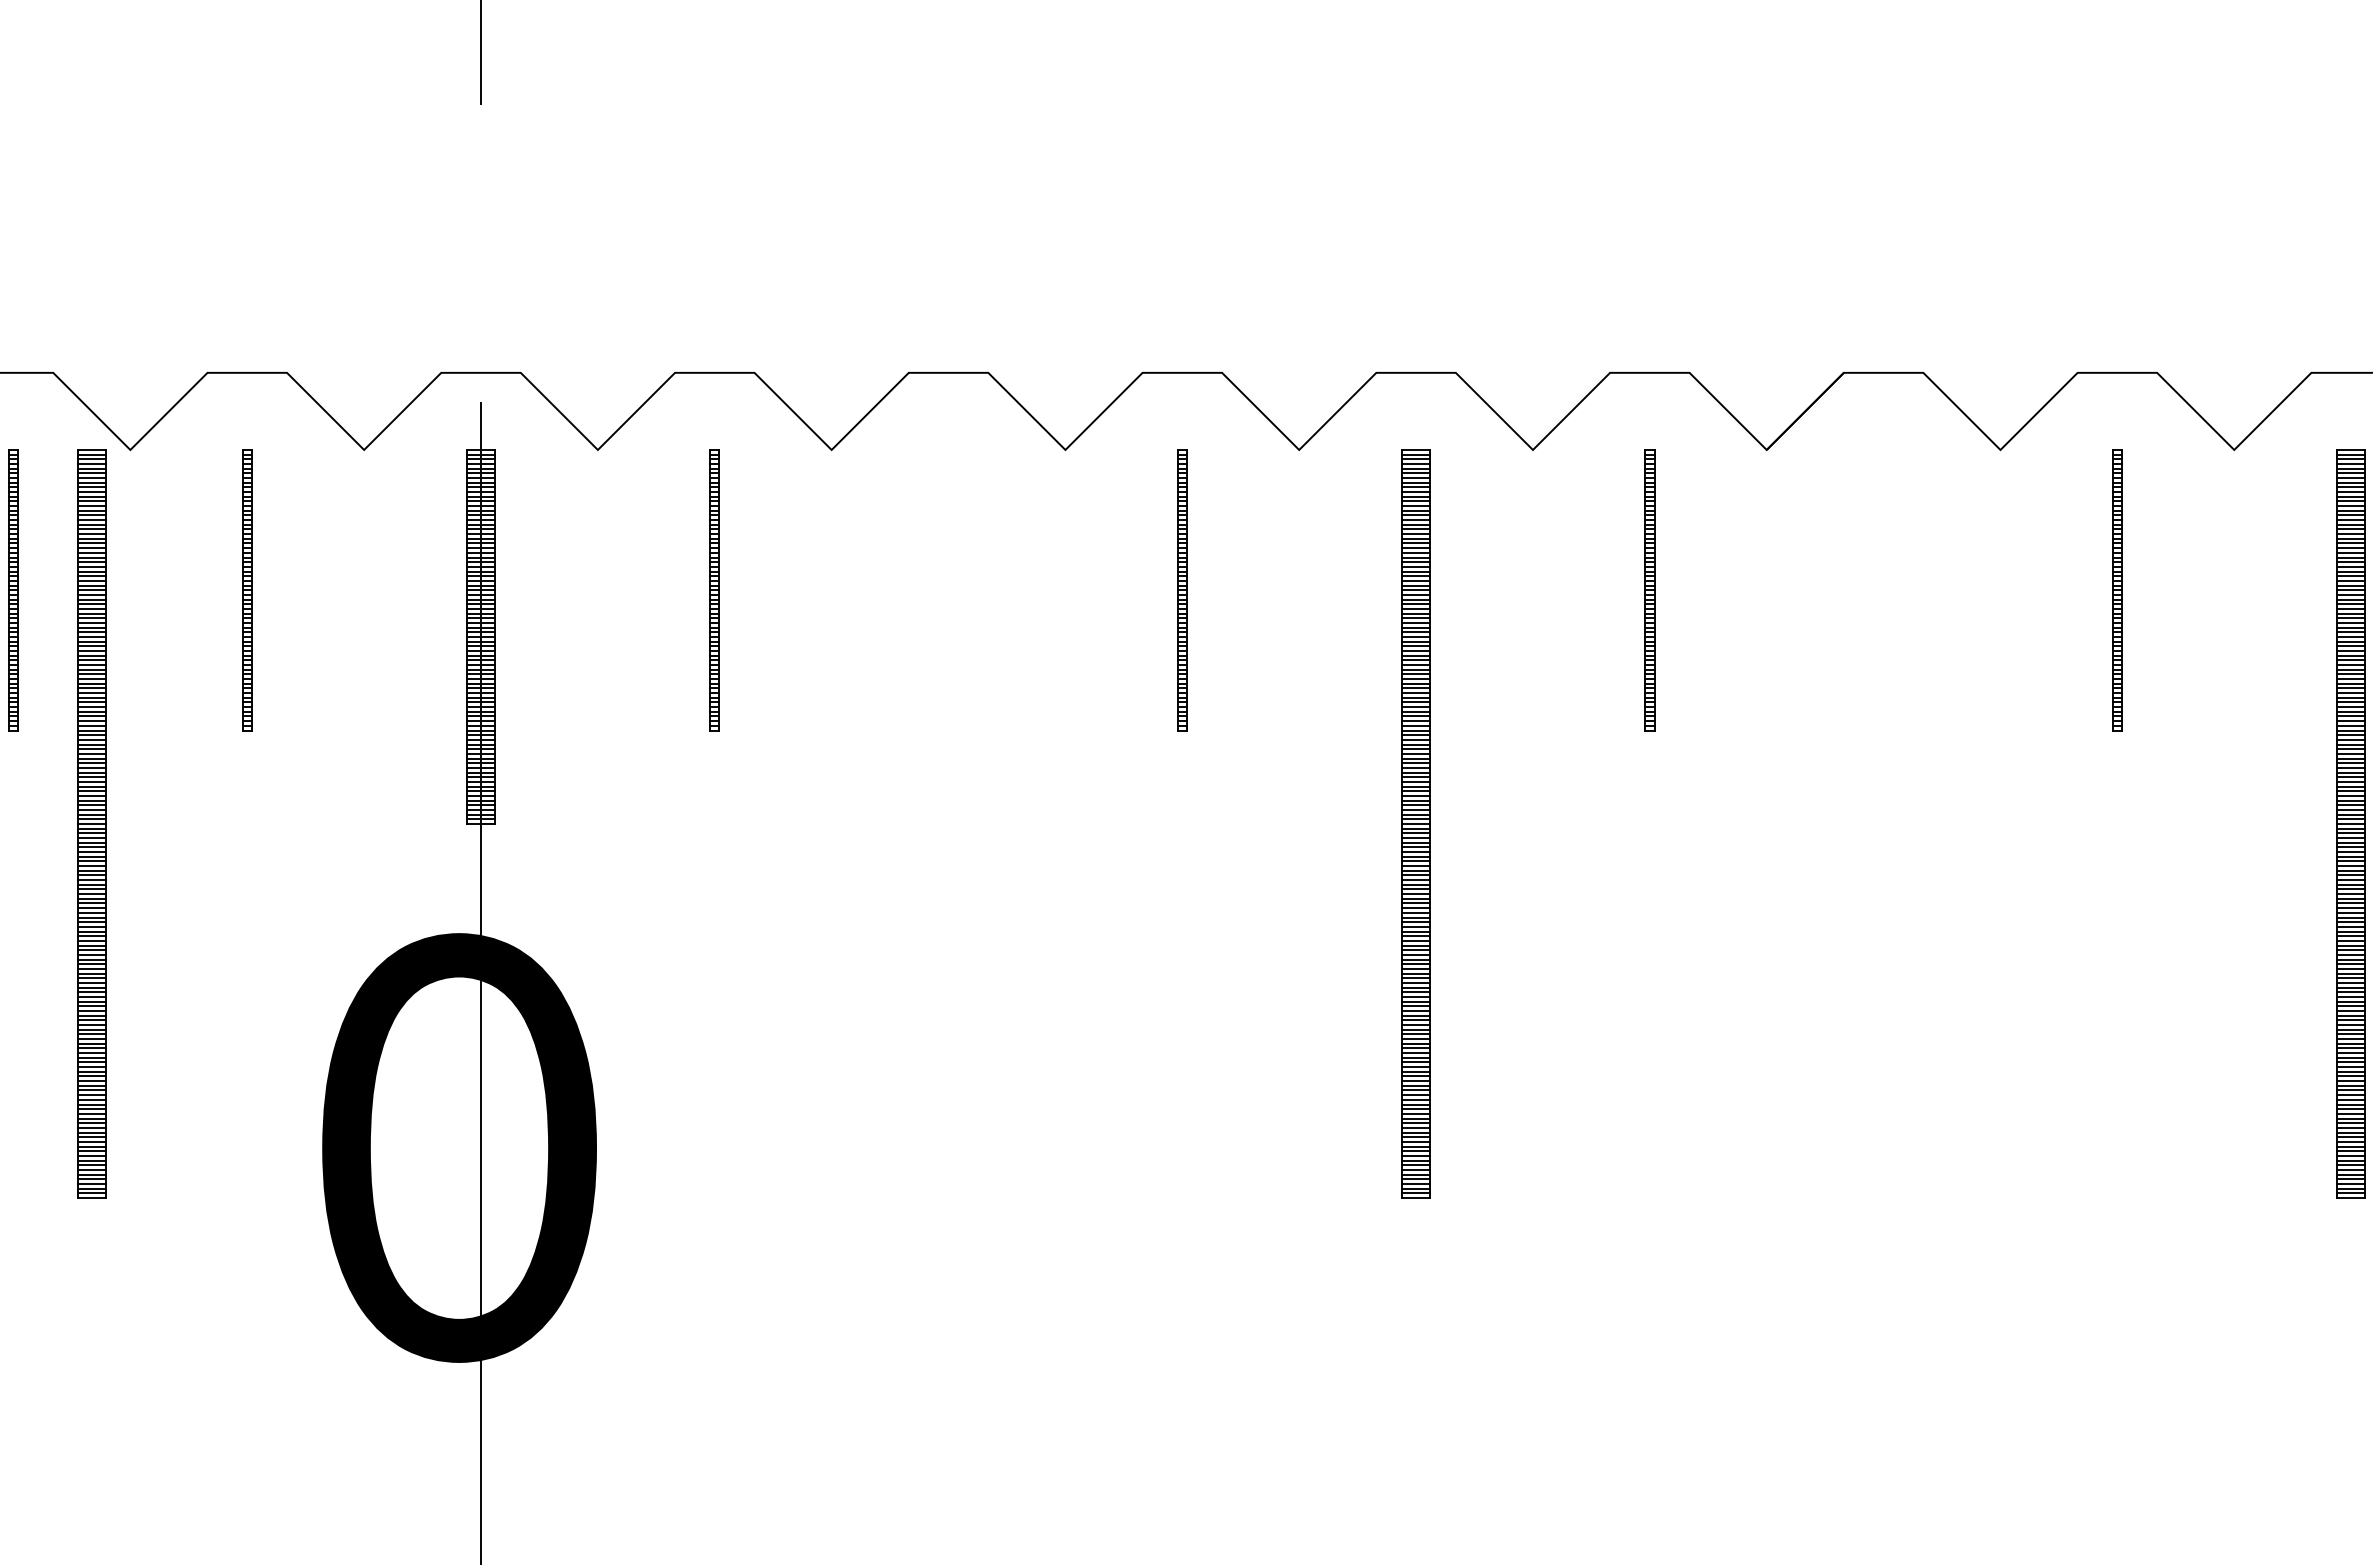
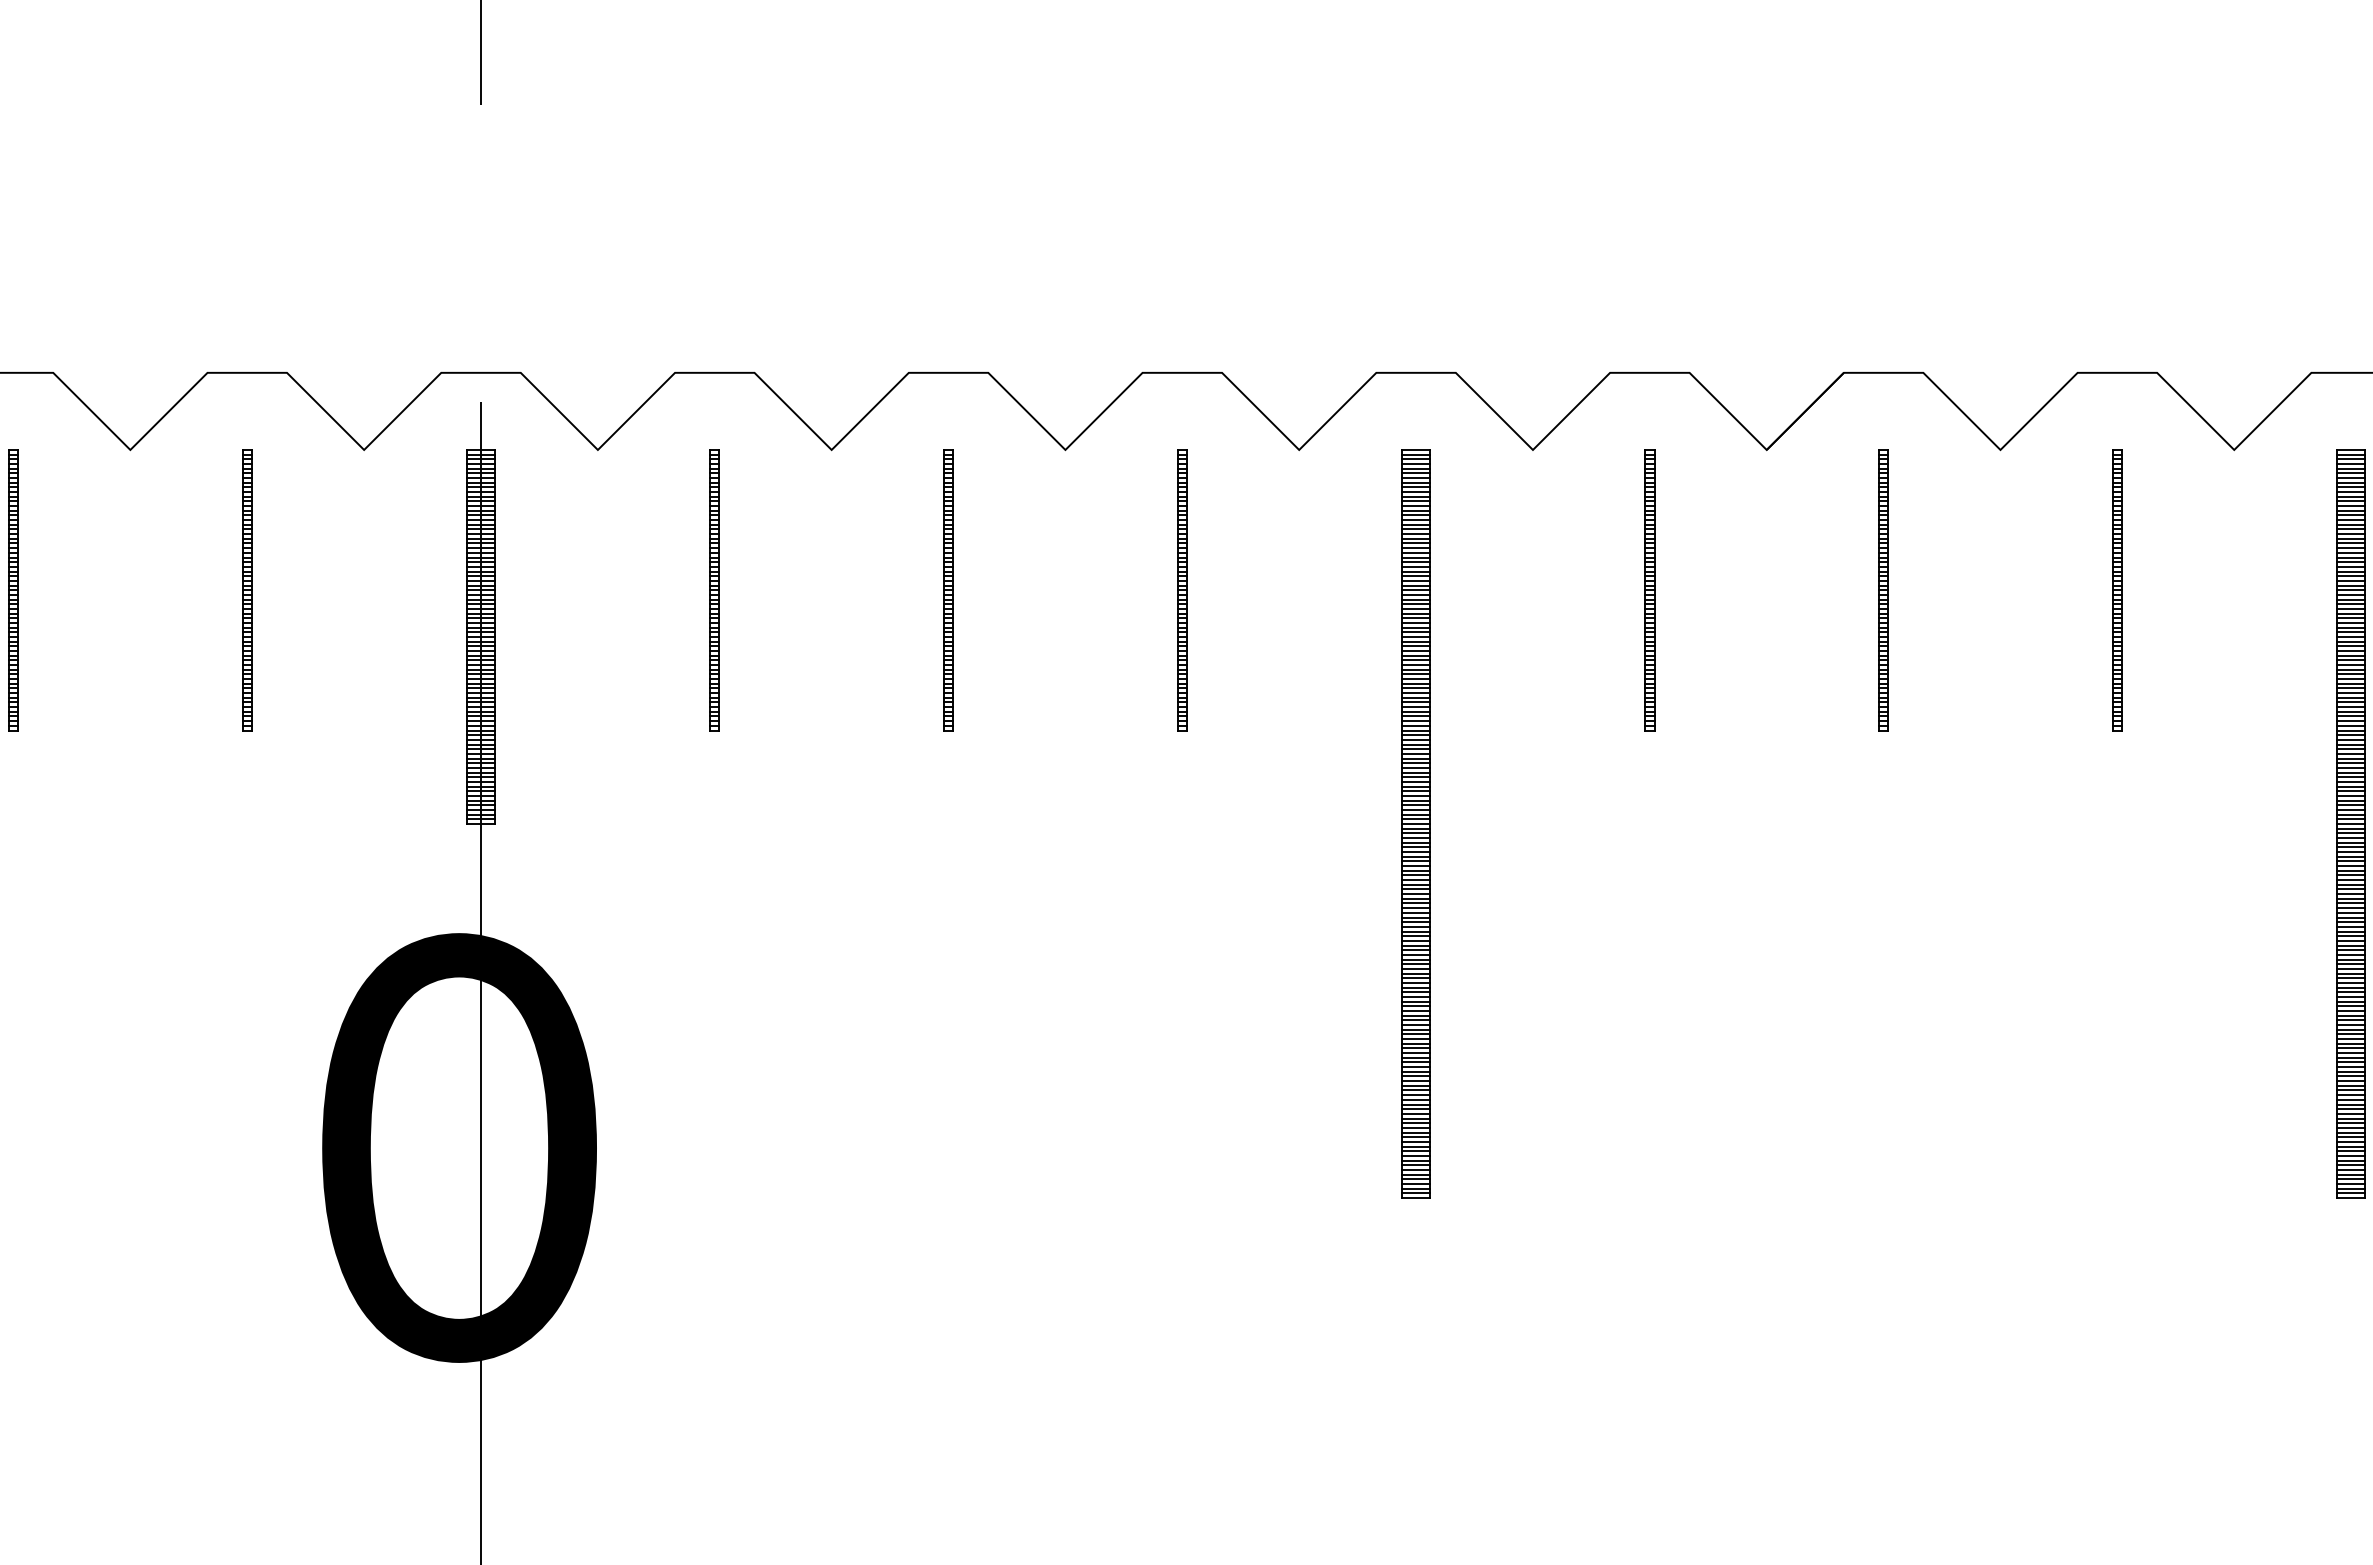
part at (948, 590): none -> present
part at (1883, 590): none -> present
part at (91, 823): present -> none
